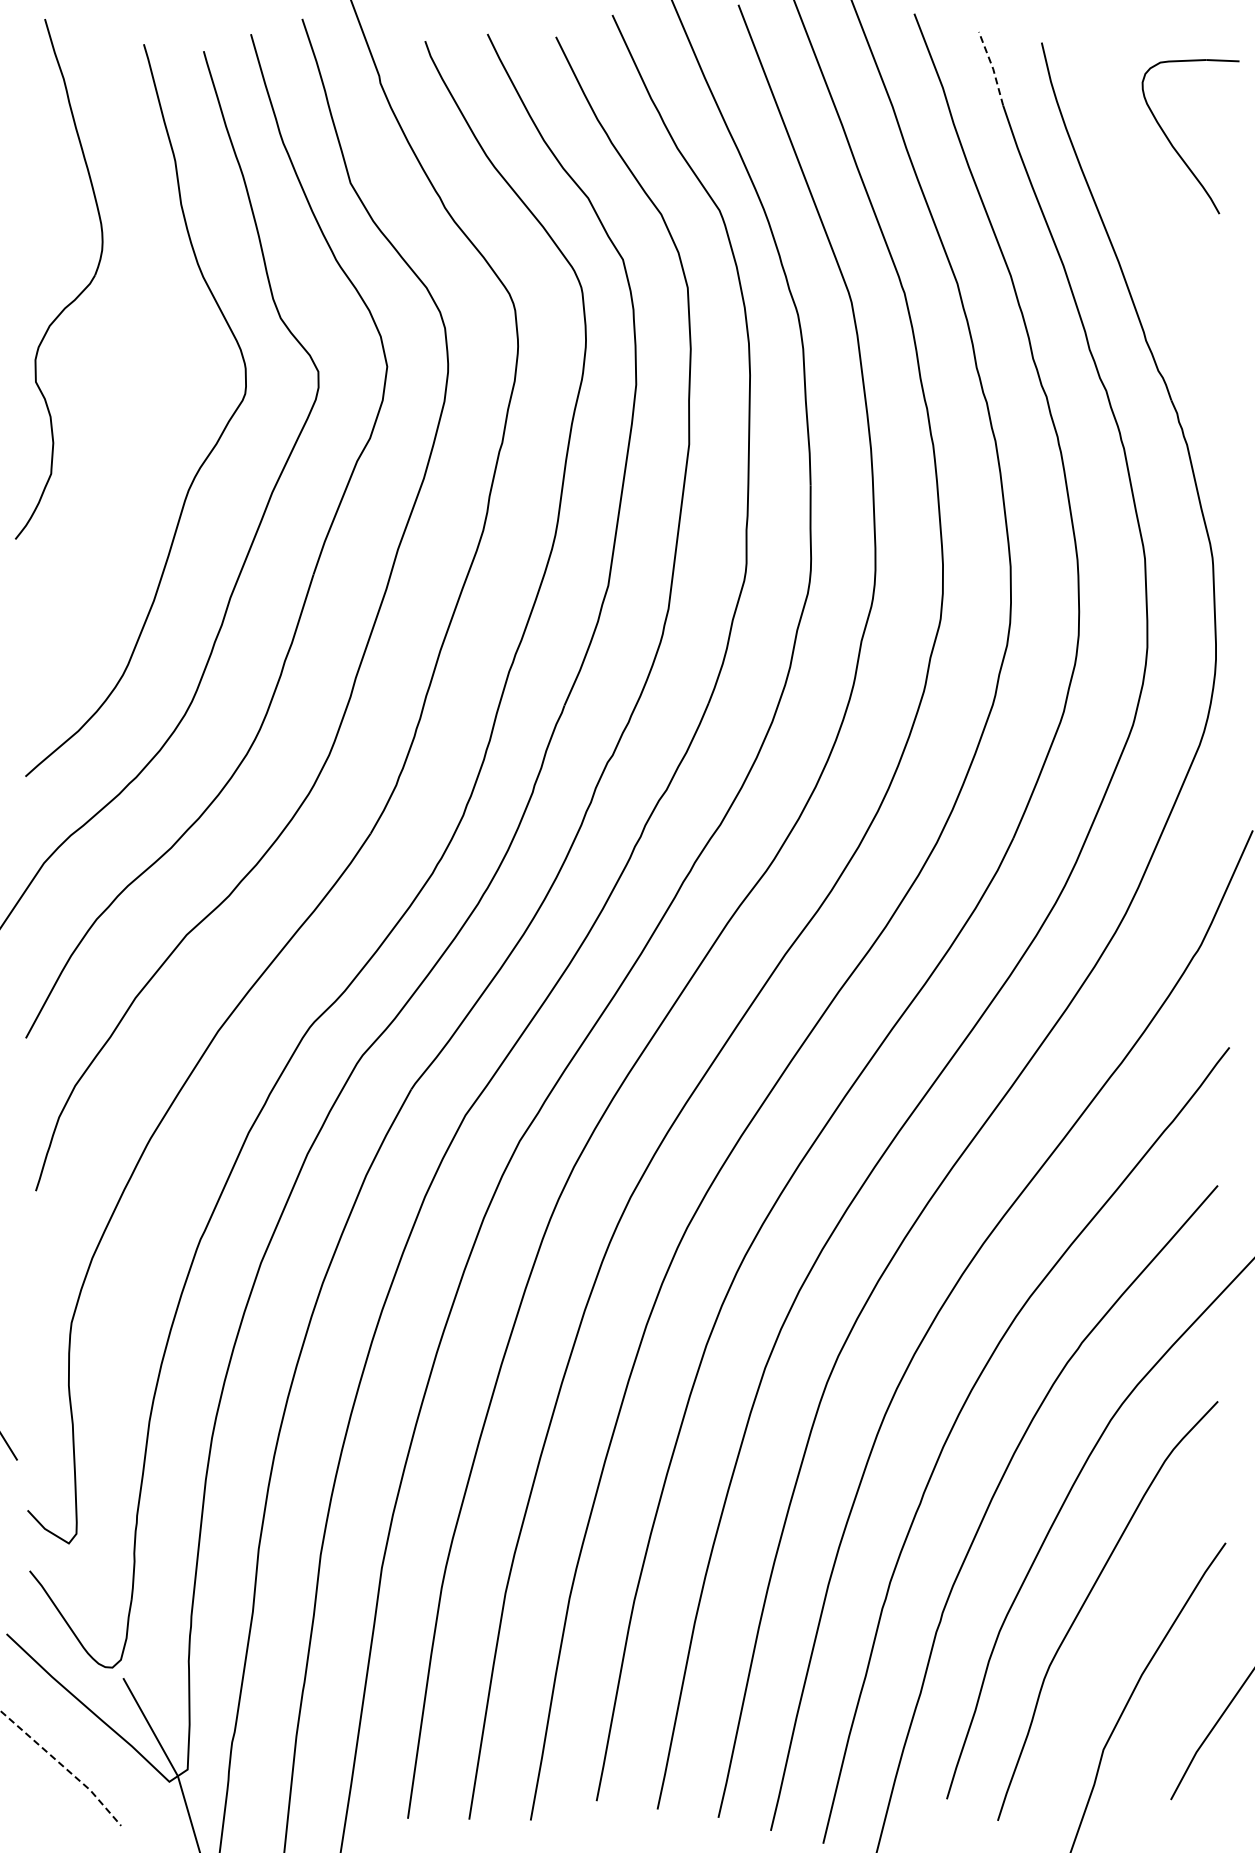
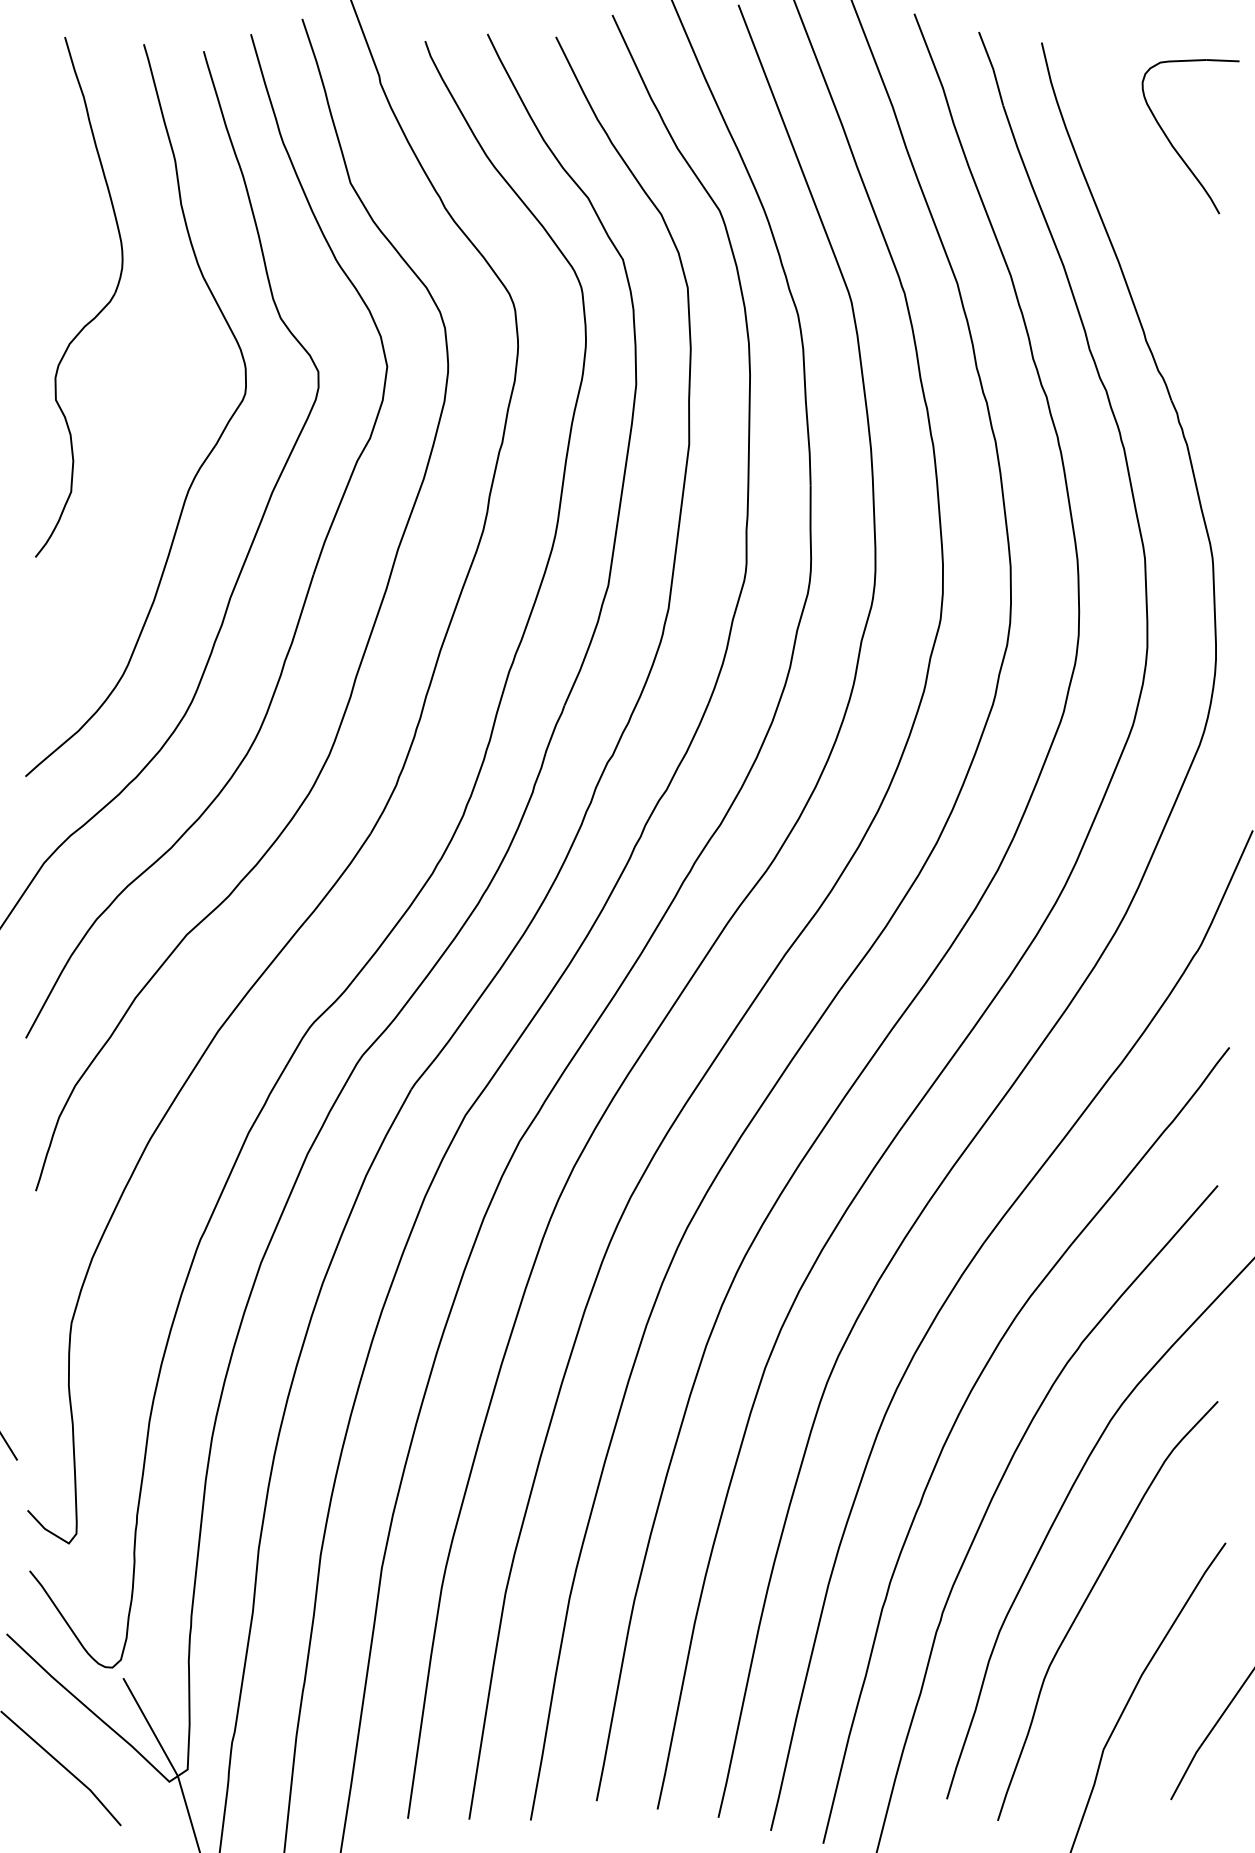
line at (992, 68): dashed -> solid
part at (76, 296) position: (76, 296) -> (96, 314)
line at (64, 1767): dashed -> solid
